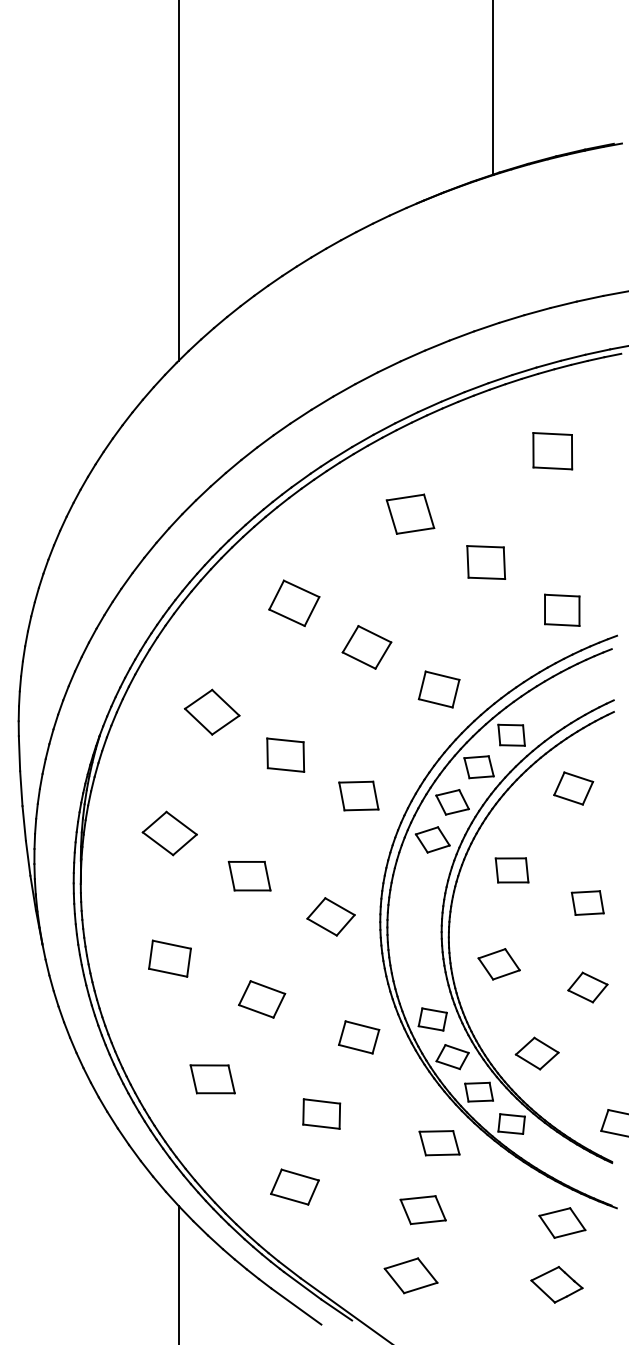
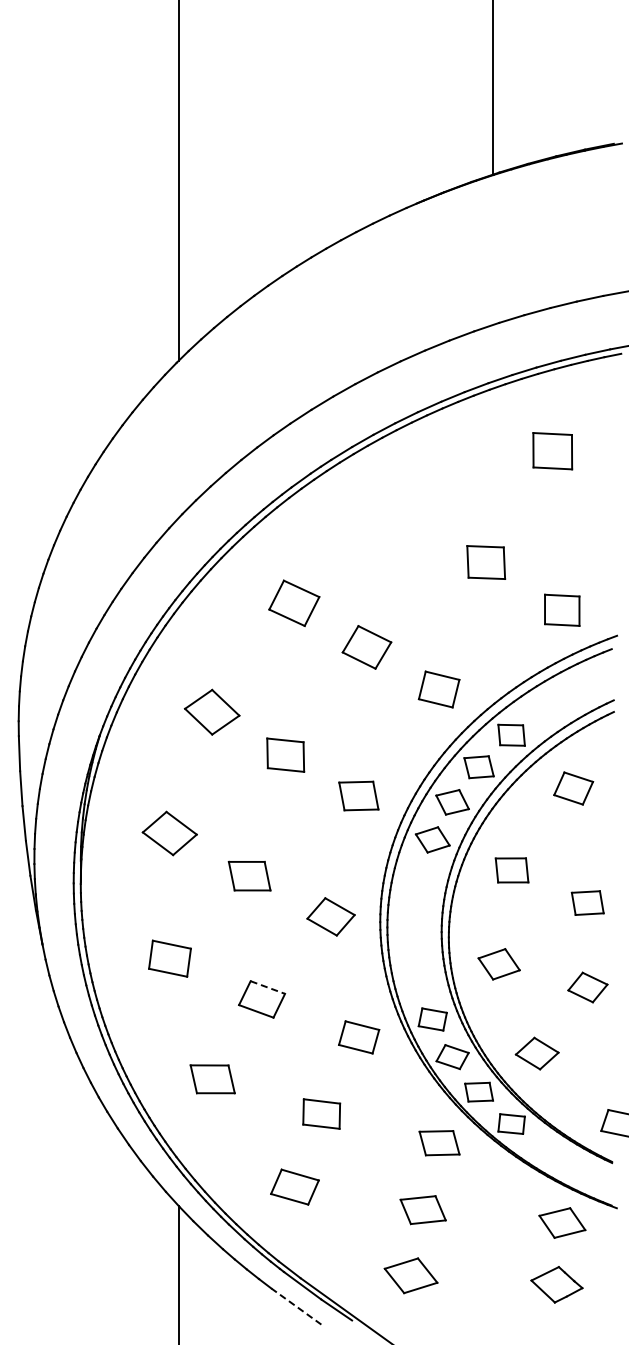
part at (410, 513): present -> none
line at (268, 987): solid -> dashed
line at (296, 1306): solid -> dashed
